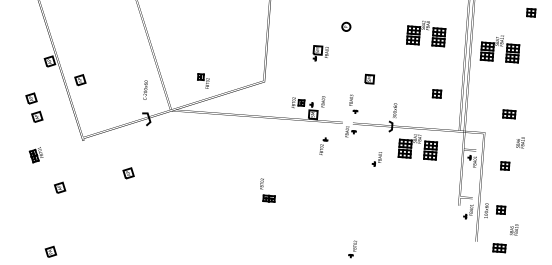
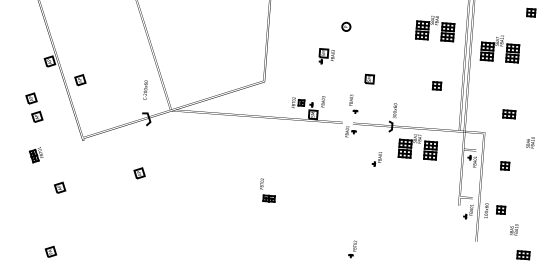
part at (426, 34) position: (426, 34) -> (435, 29)
part at (320, 53) position: (320, 53) -> (326, 56)
part at (203, 80): present -> none
part at (436, 93) position: (436, 93) -> (436, 85)
text at (520, 142) position: (520, 142) -> (530, 142)
part at (323, 146): present -> none
part at (128, 173) position: (128, 173) -> (139, 173)
part at (499, 248) position: (499, 248) -> (523, 255)
